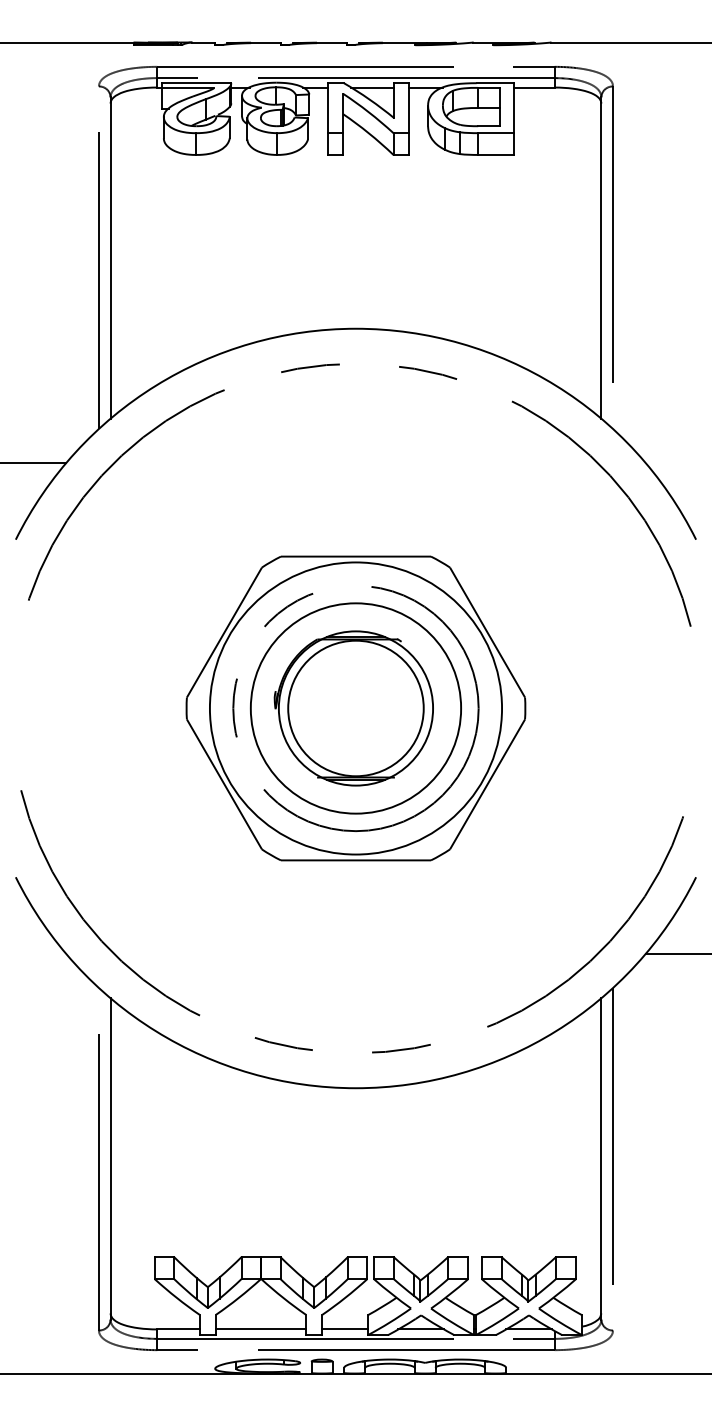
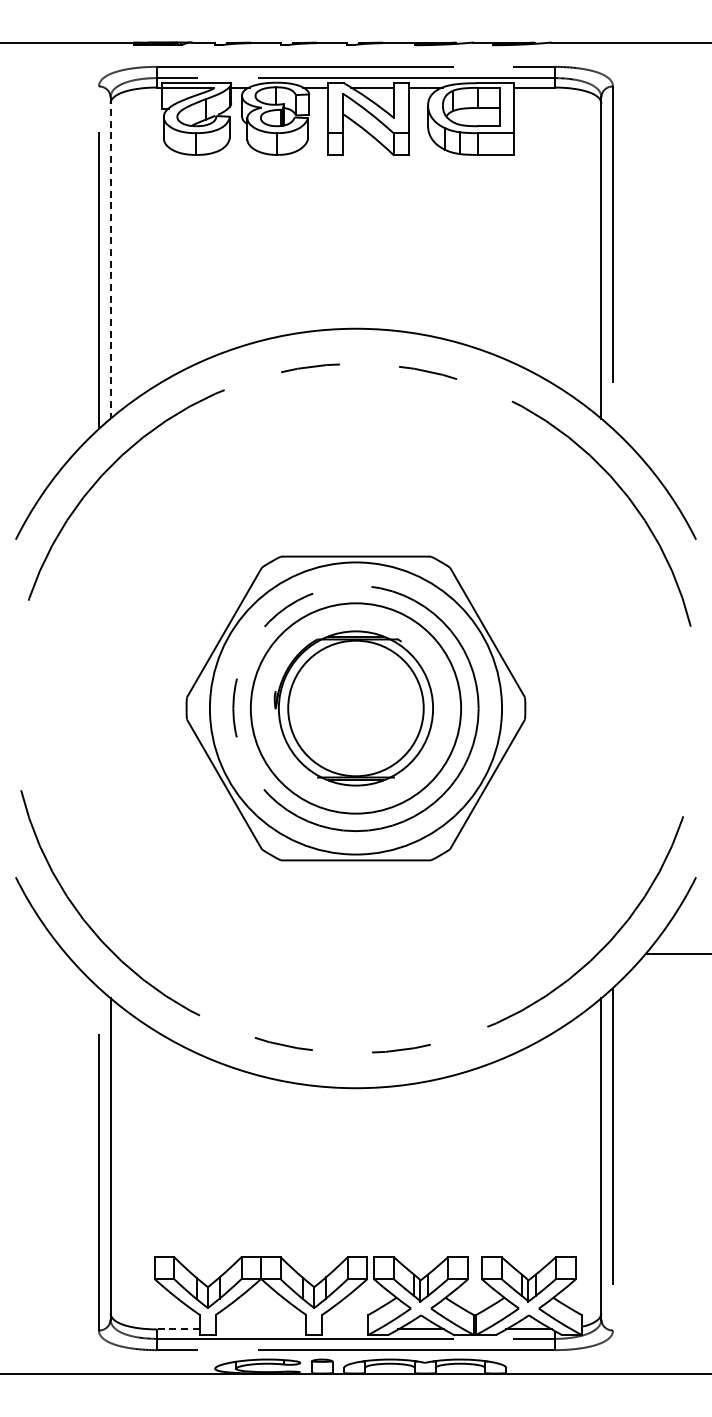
line at (110, 258): solid -> dashed
line at (34, 463): present -> none
line at (177, 1329): solid -> dashed
line at (260, 1329): present -> none
line at (344, 1329): present -> none
